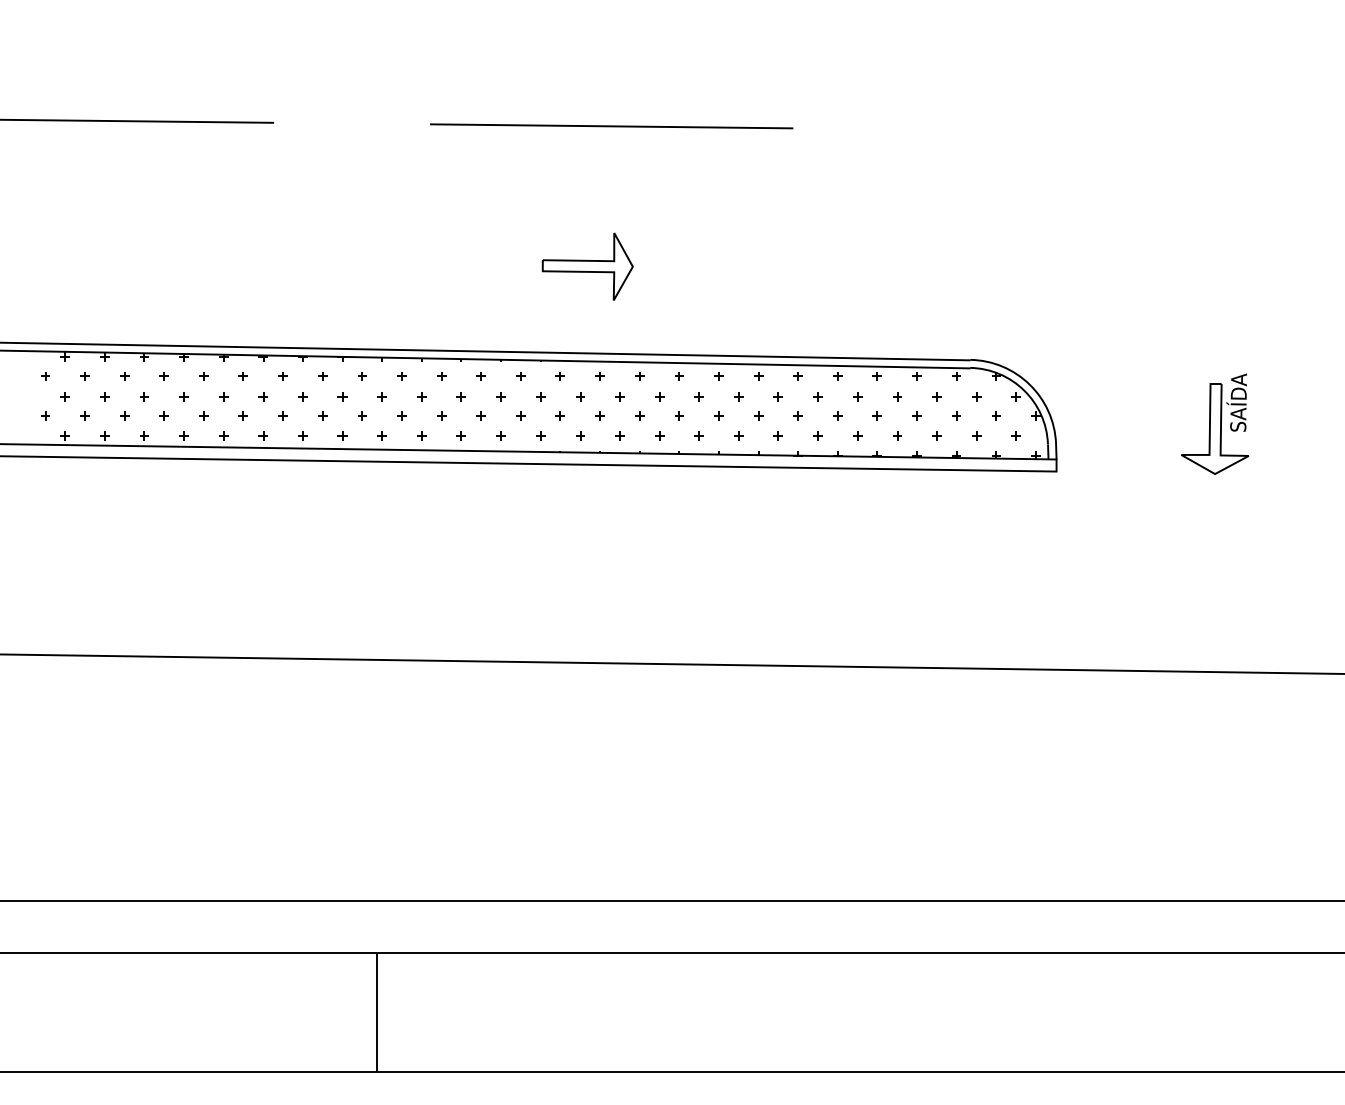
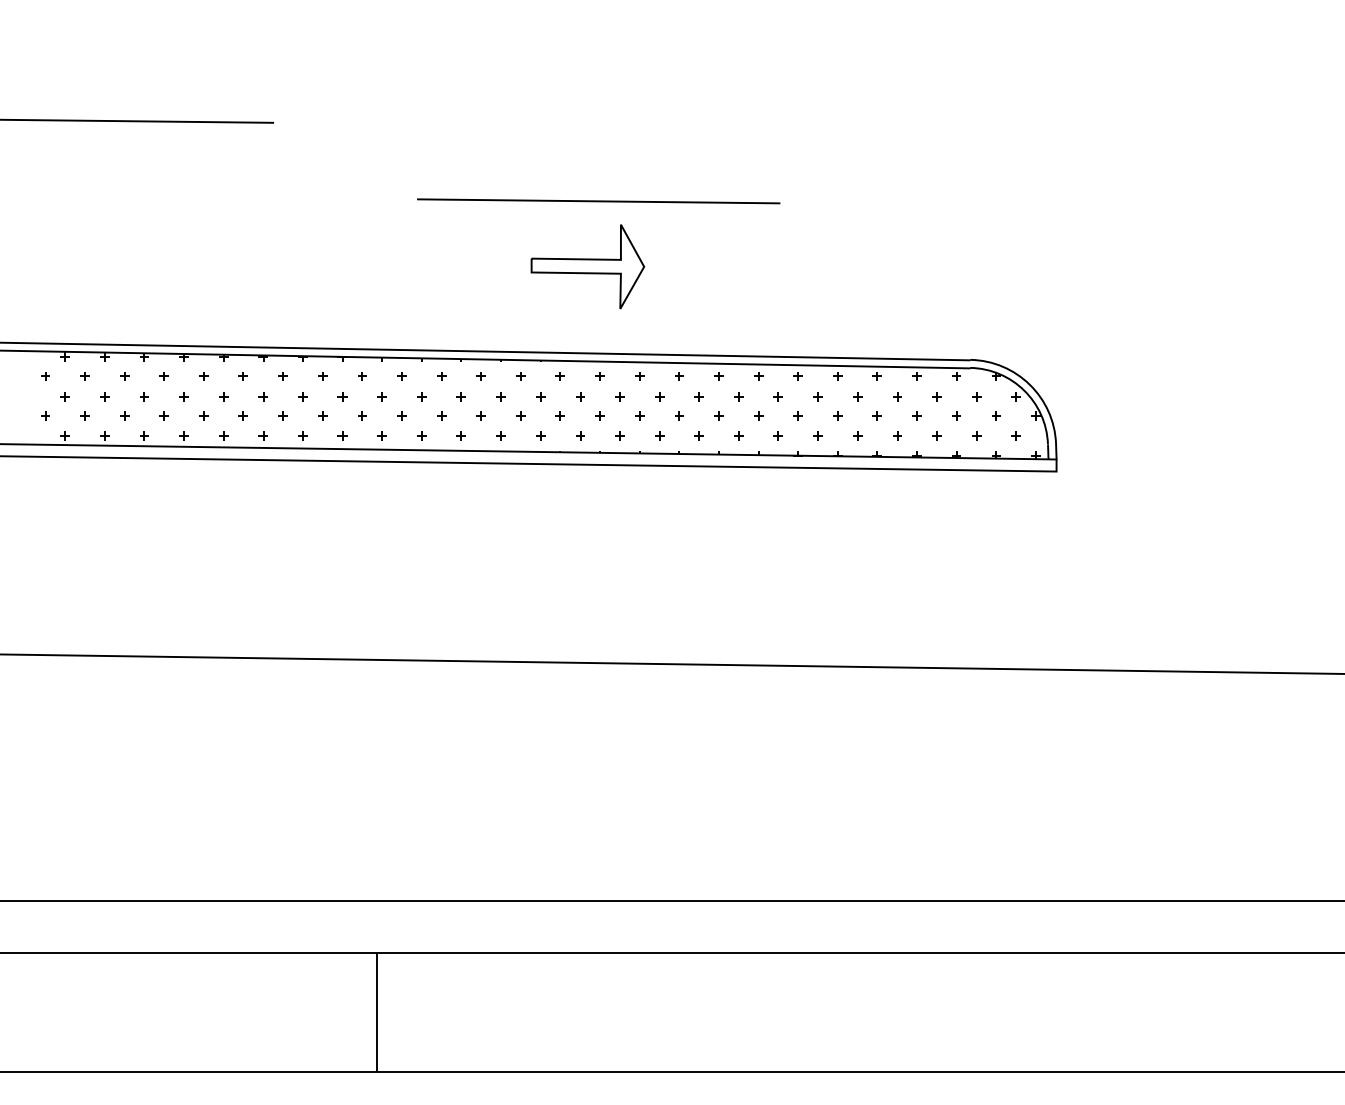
line at (611, 126) position: (611, 126) -> (598, 201)
part at (587, 266) size: 93x69 px -> 116x86 px
part at (1215, 423): present -> none
